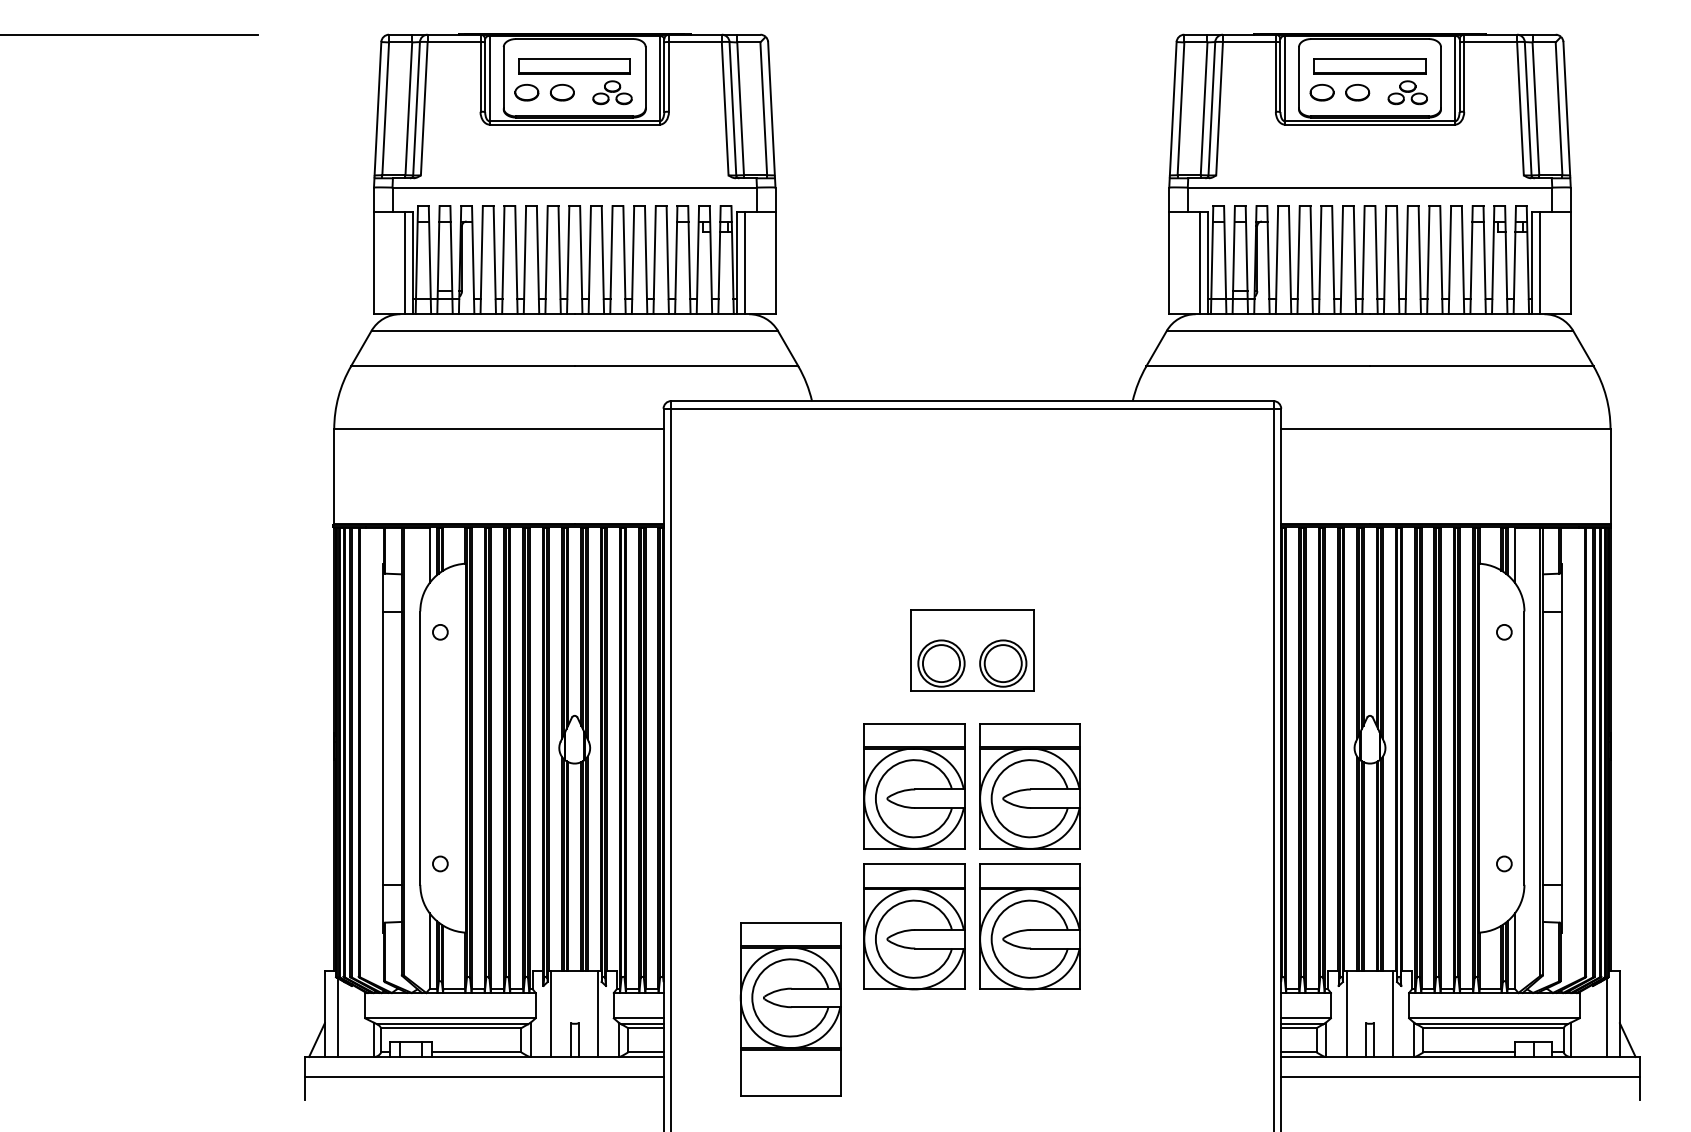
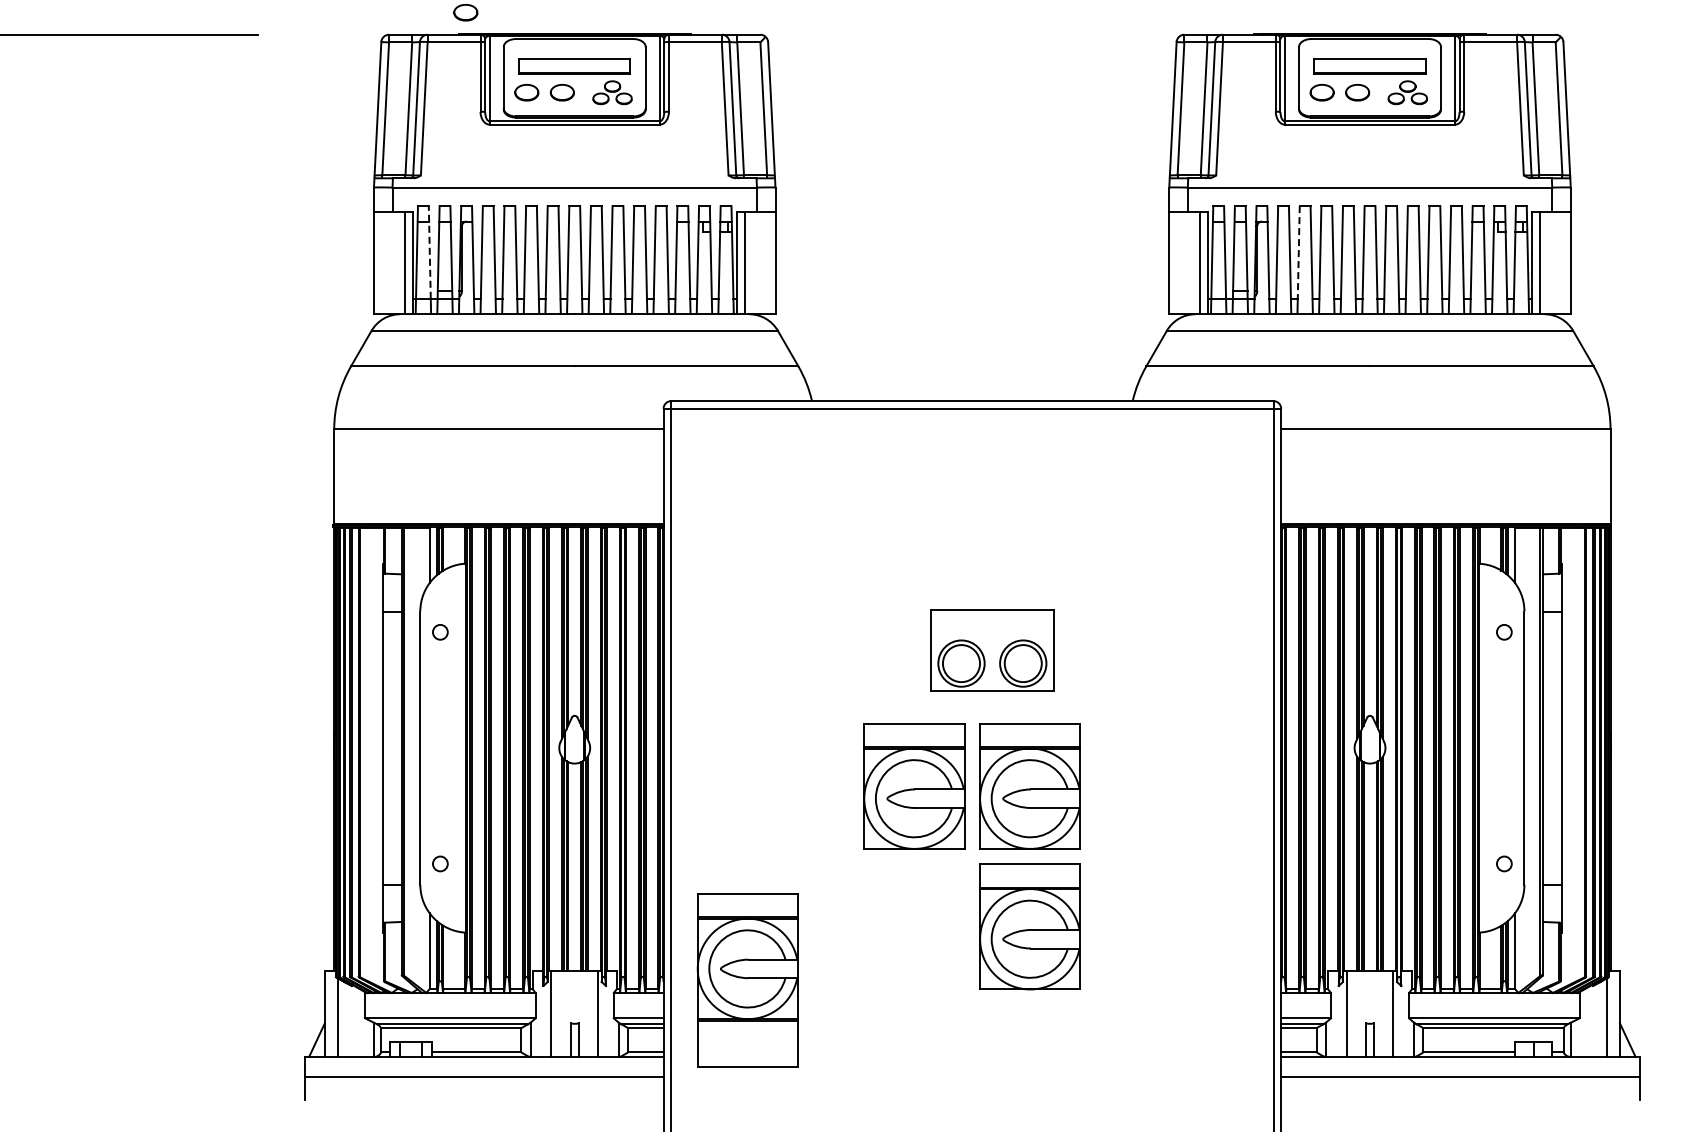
part at (465, 12): none -> present
line at (429, 251): solid -> dashed
line at (1298, 252): solid -> dashed
part at (972, 650) position: (972, 650) -> (992, 650)
part at (914, 926): present -> none
part at (790, 1009) position: (790, 1009) -> (747, 980)
